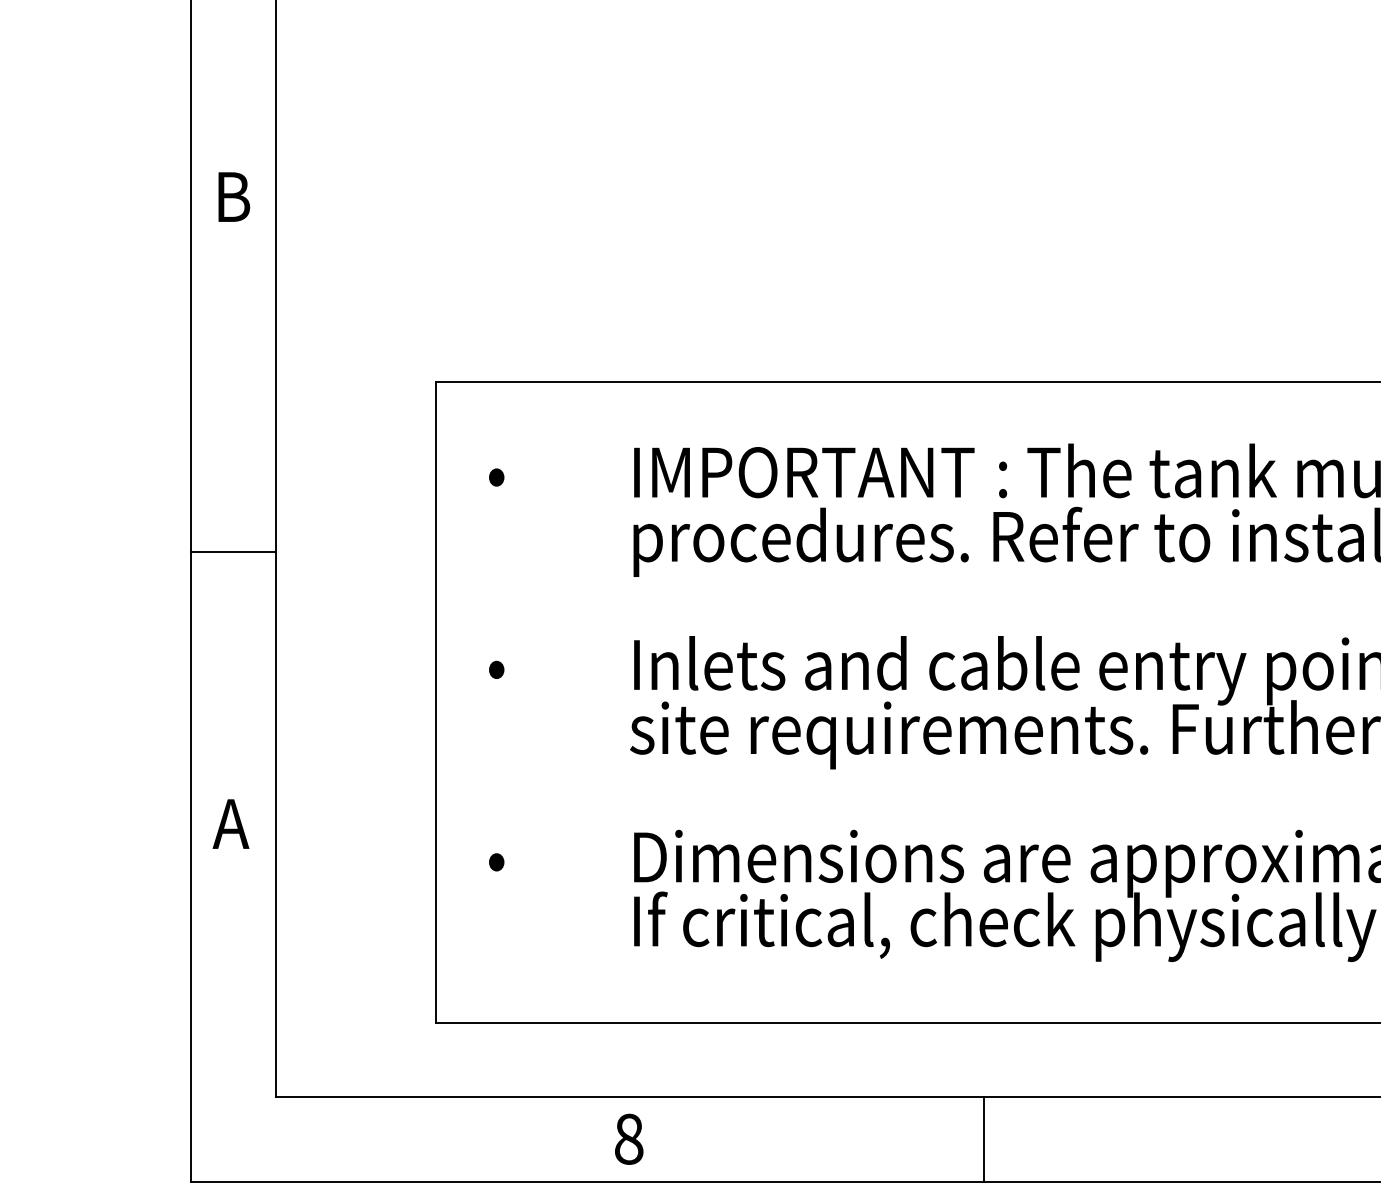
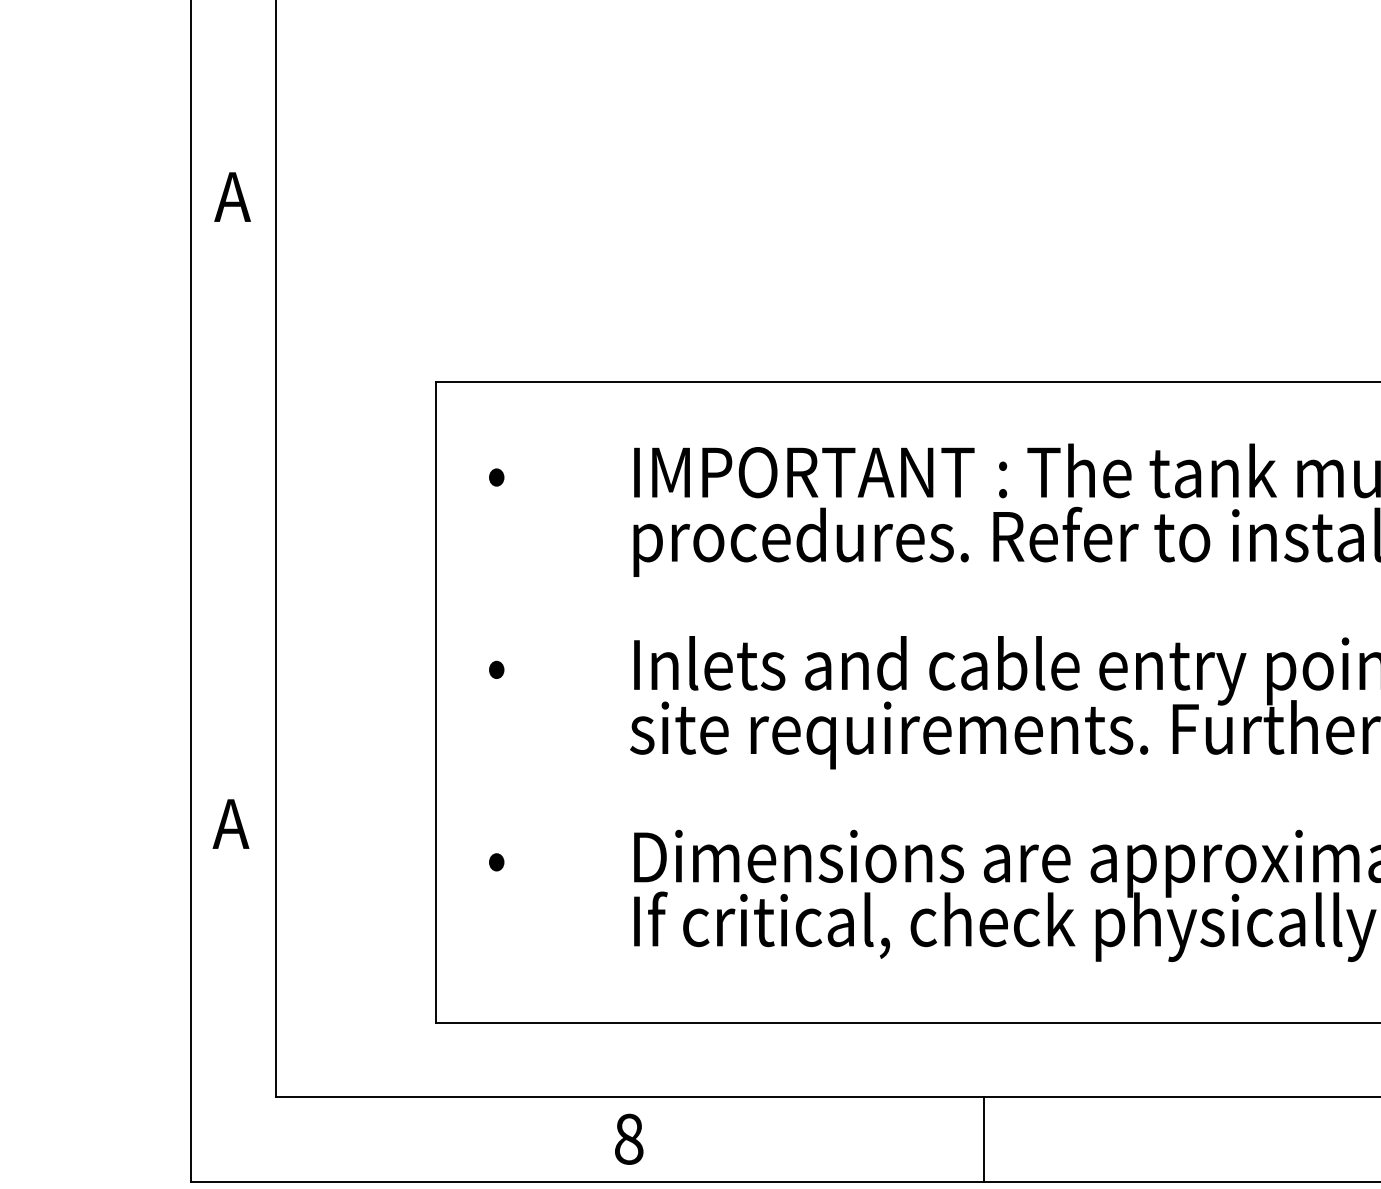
text at (232, 196): B -> A
line at (232, 551): present -> none
